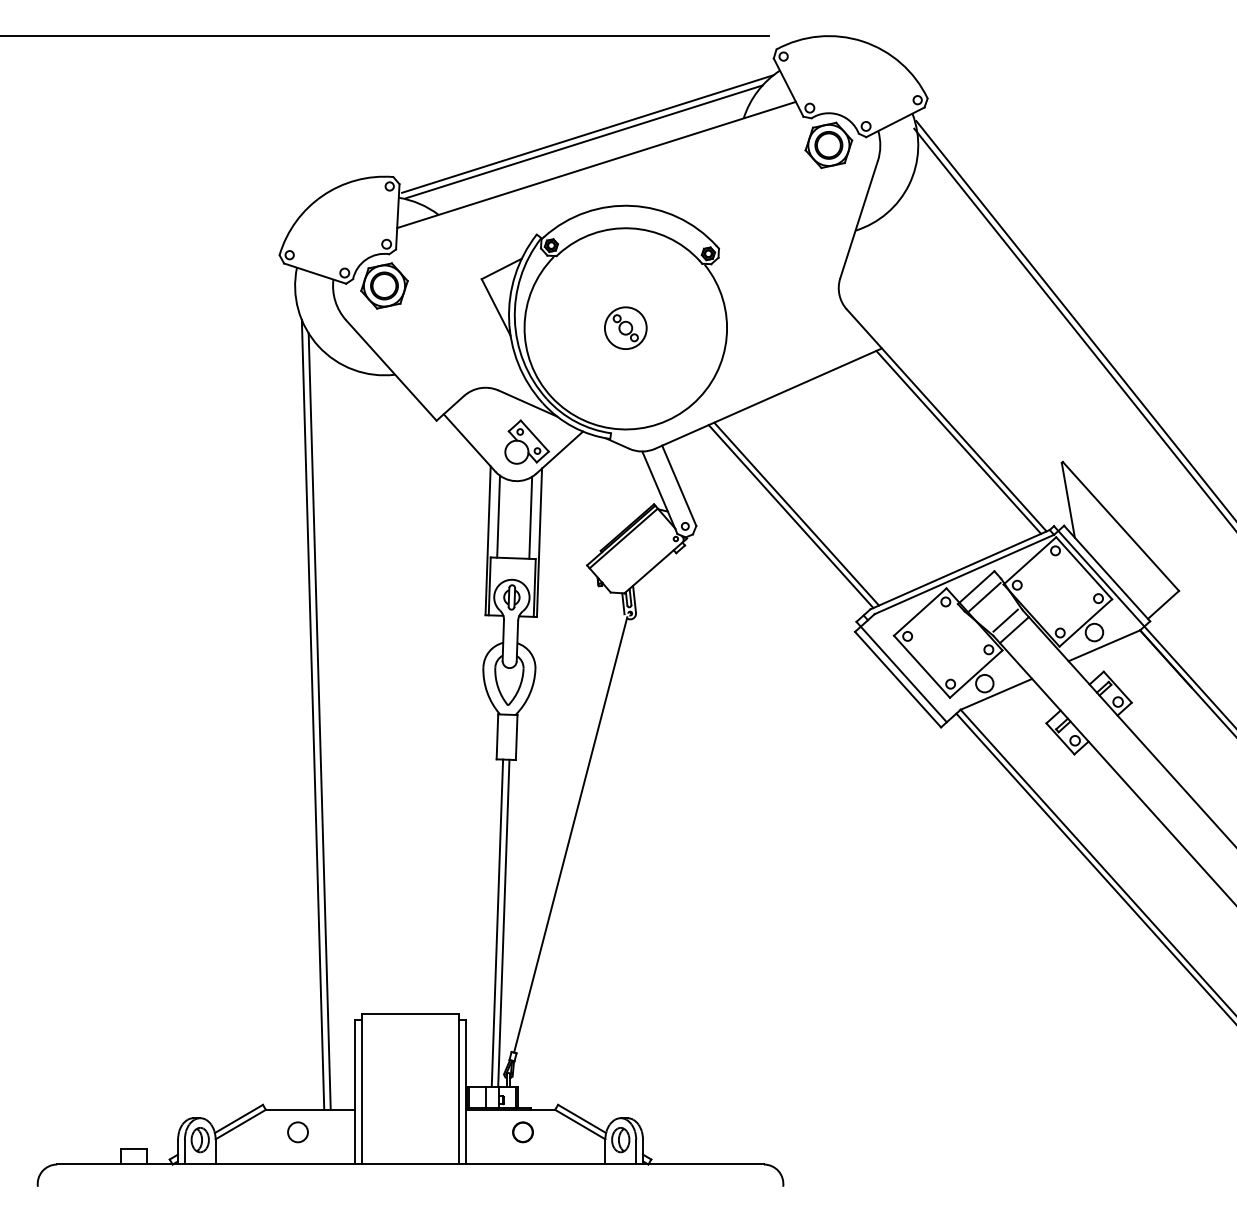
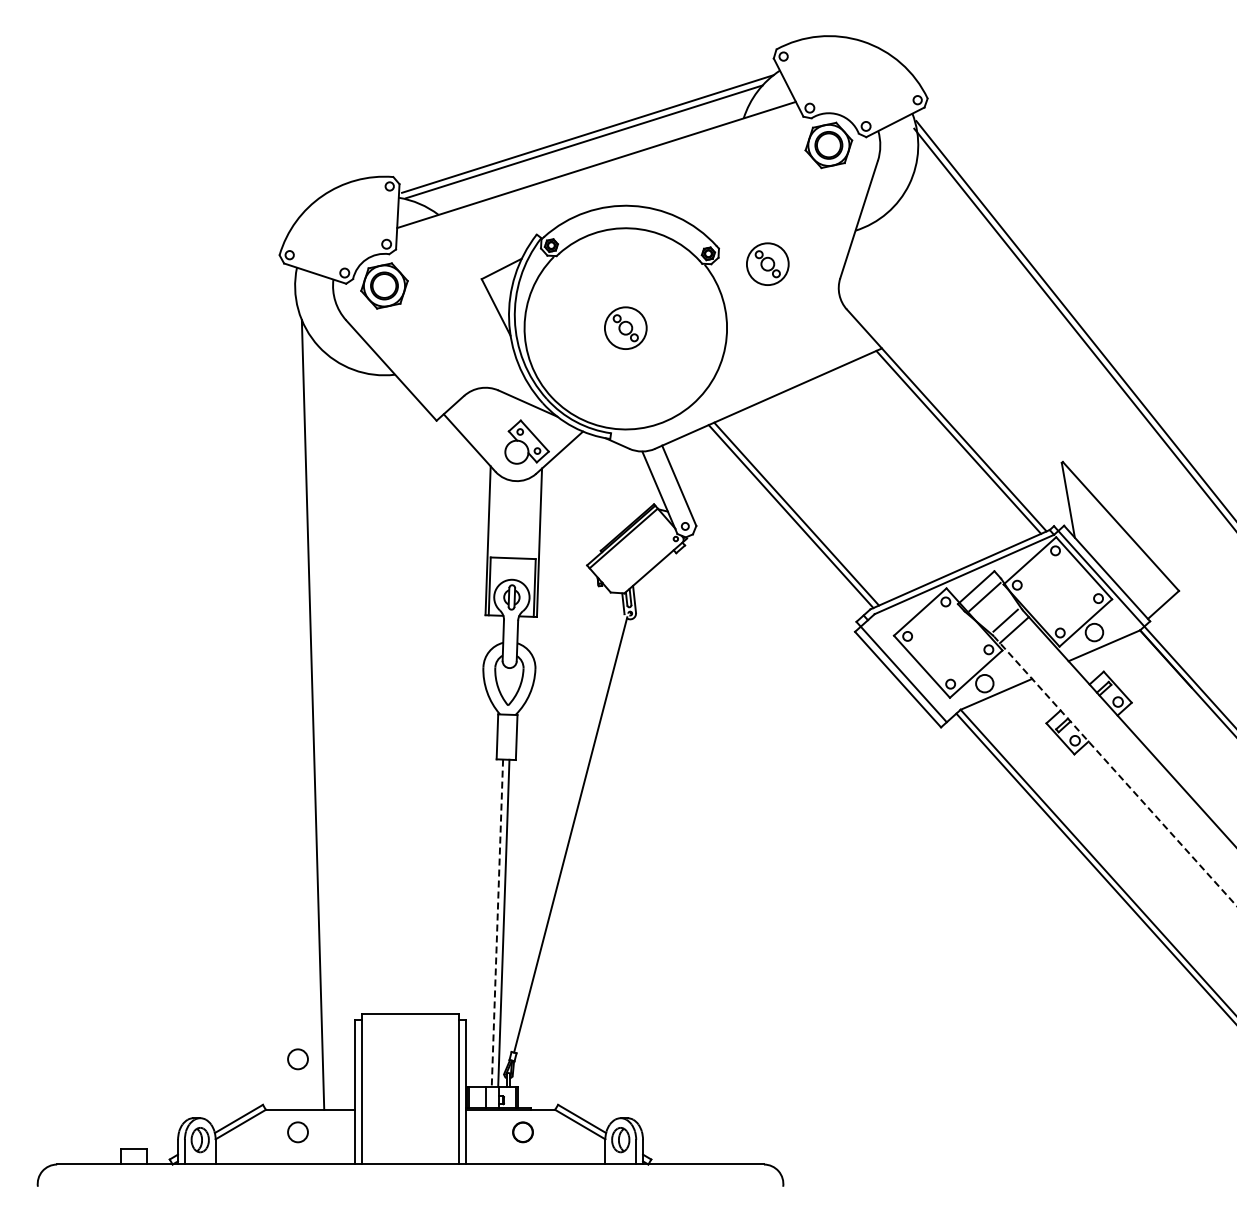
line at (385, 36): present -> none
part at (767, 263): none -> present
line at (498, 516): present -> none
line at (530, 517): present -> none
line at (319, 721): present -> none
line at (1115, 771): solid -> dashed
line at (497, 923): solid -> dashed
circle at (297, 1059): none -> present
